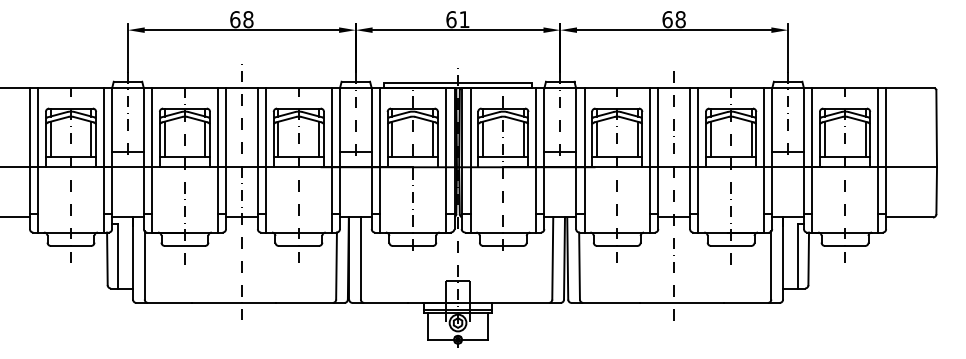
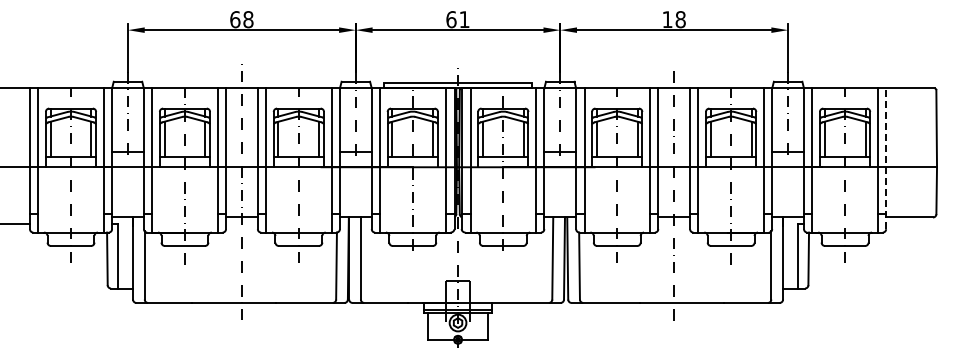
text at (667, 19): 68 -> 18
line at (886, 158): solid -> dashed
line at (15, 217) position: (15, 217) -> (15, 224)
